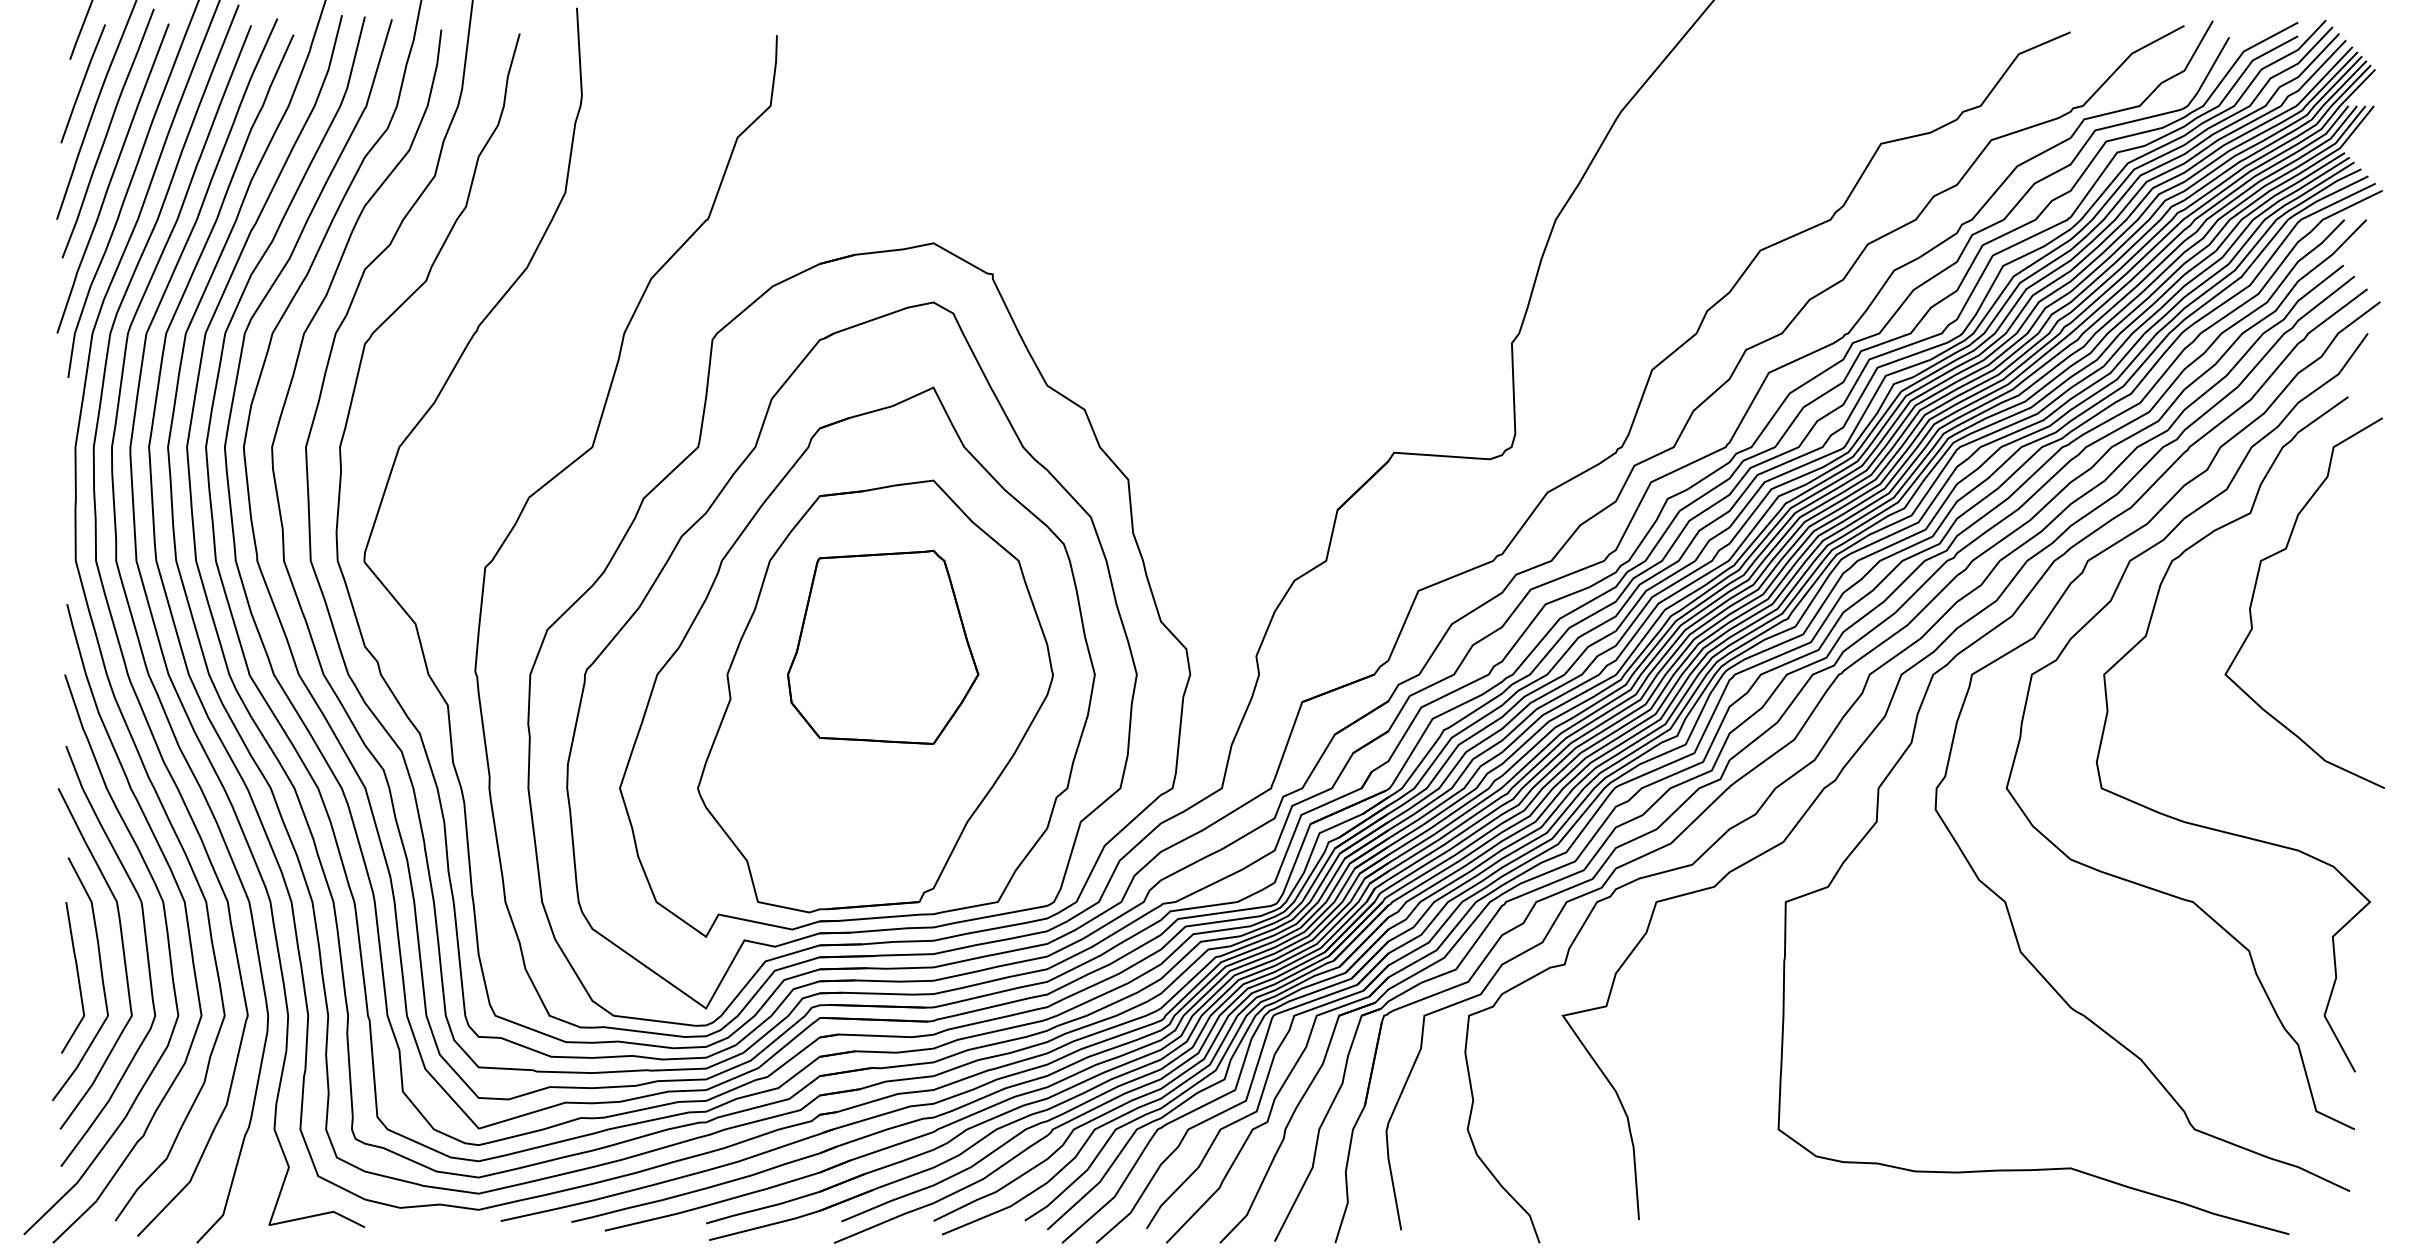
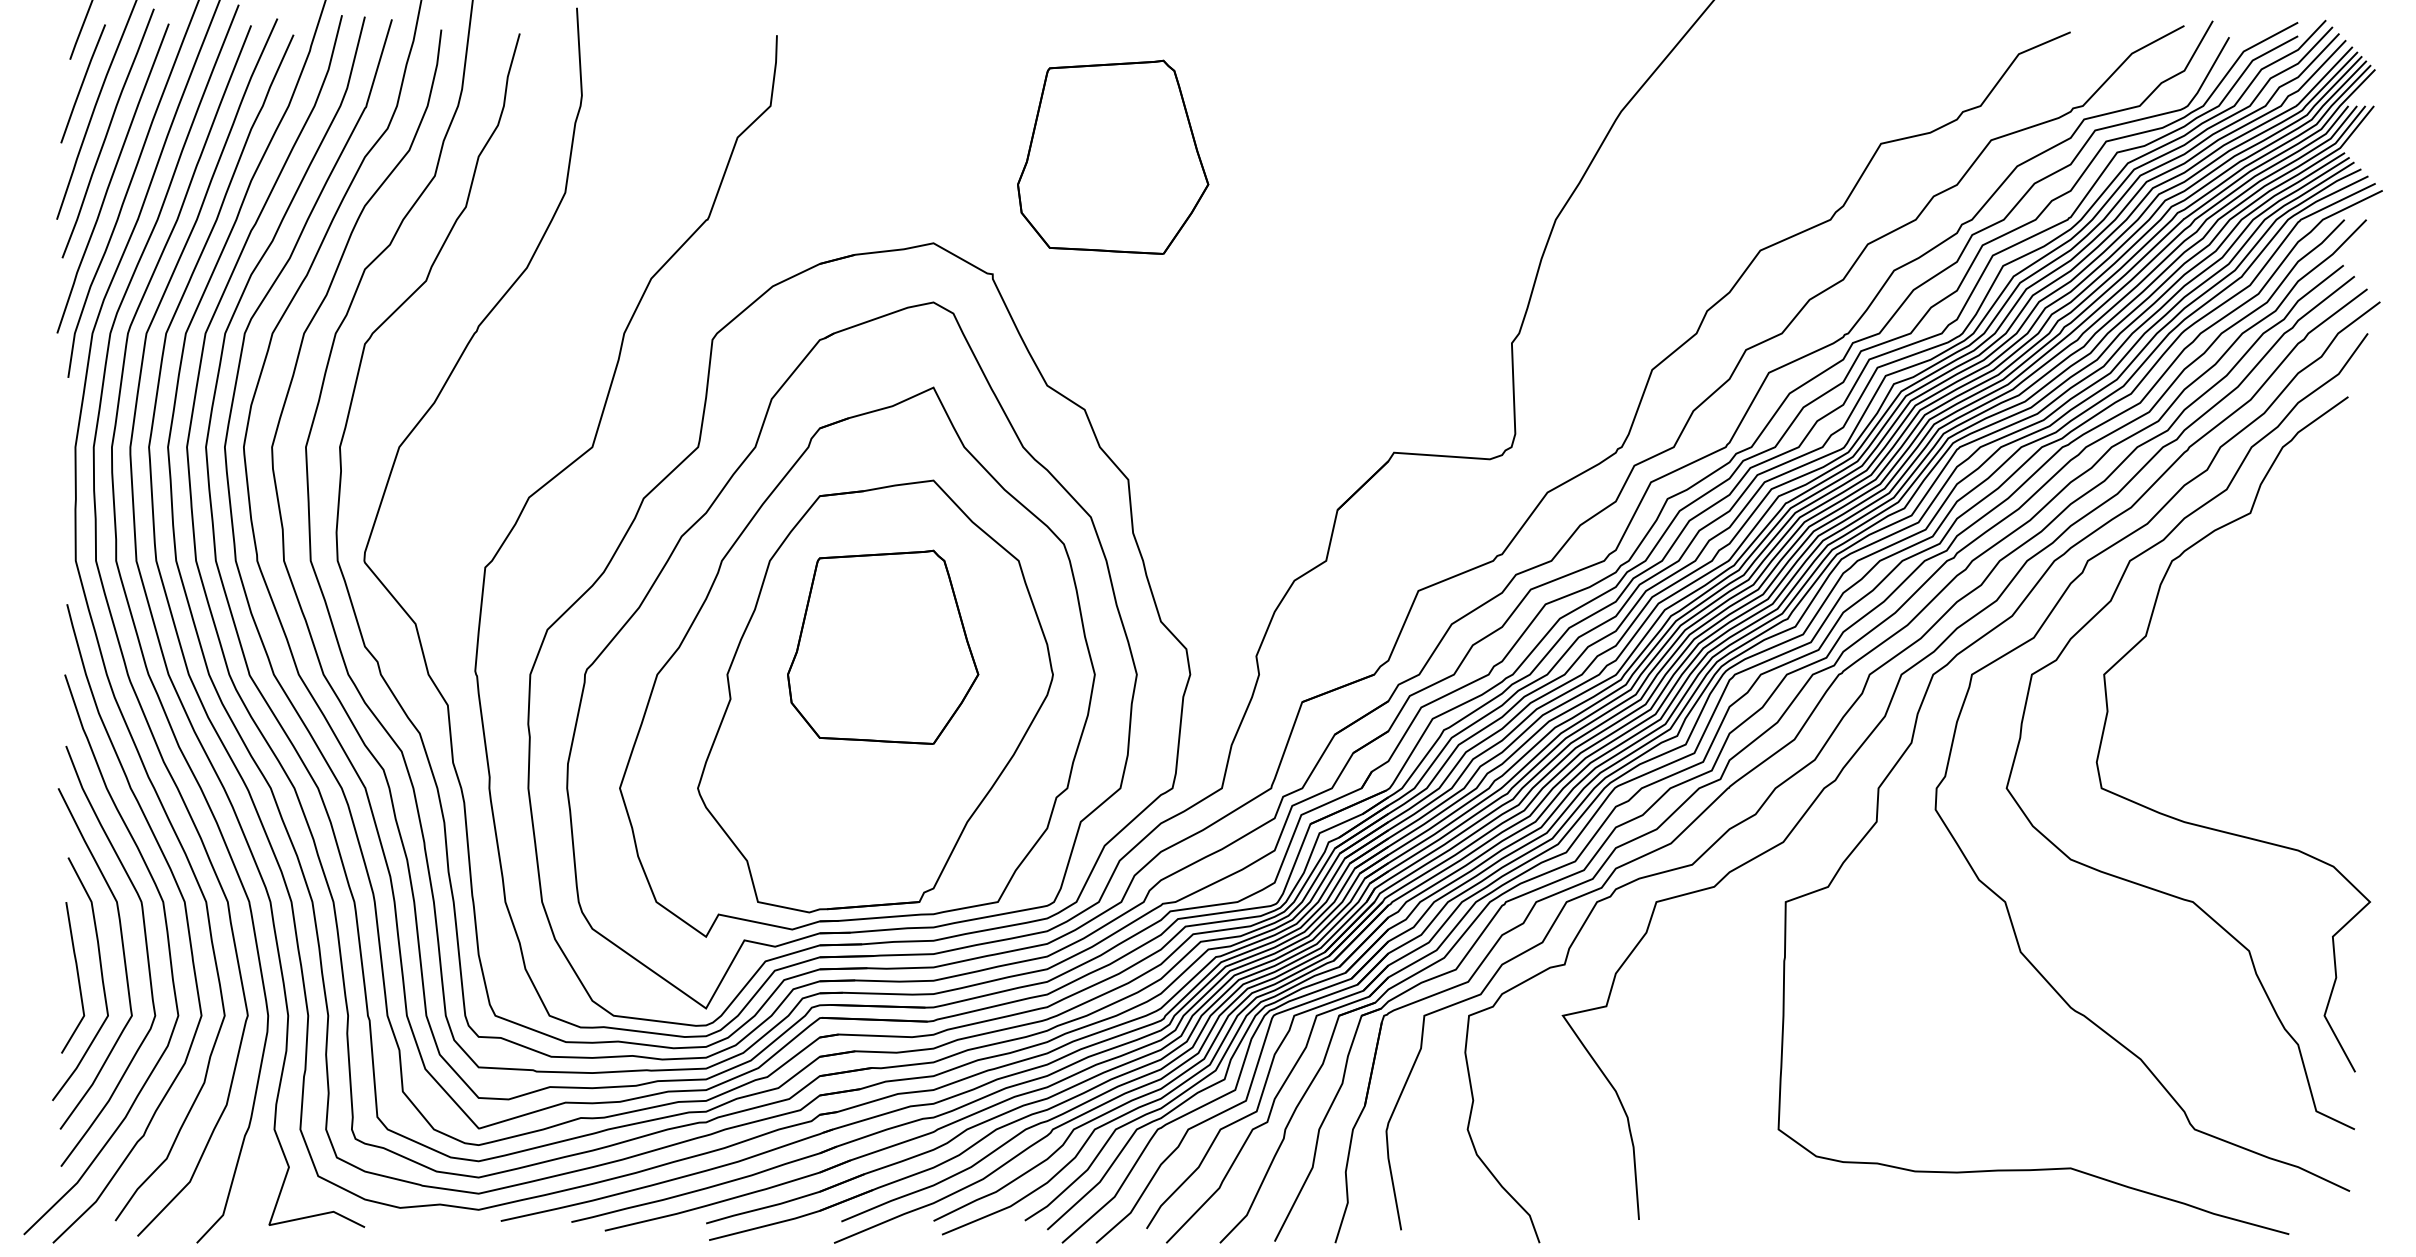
part at (1113, 156): none -> present
curve at (2255, 590): present -> none
